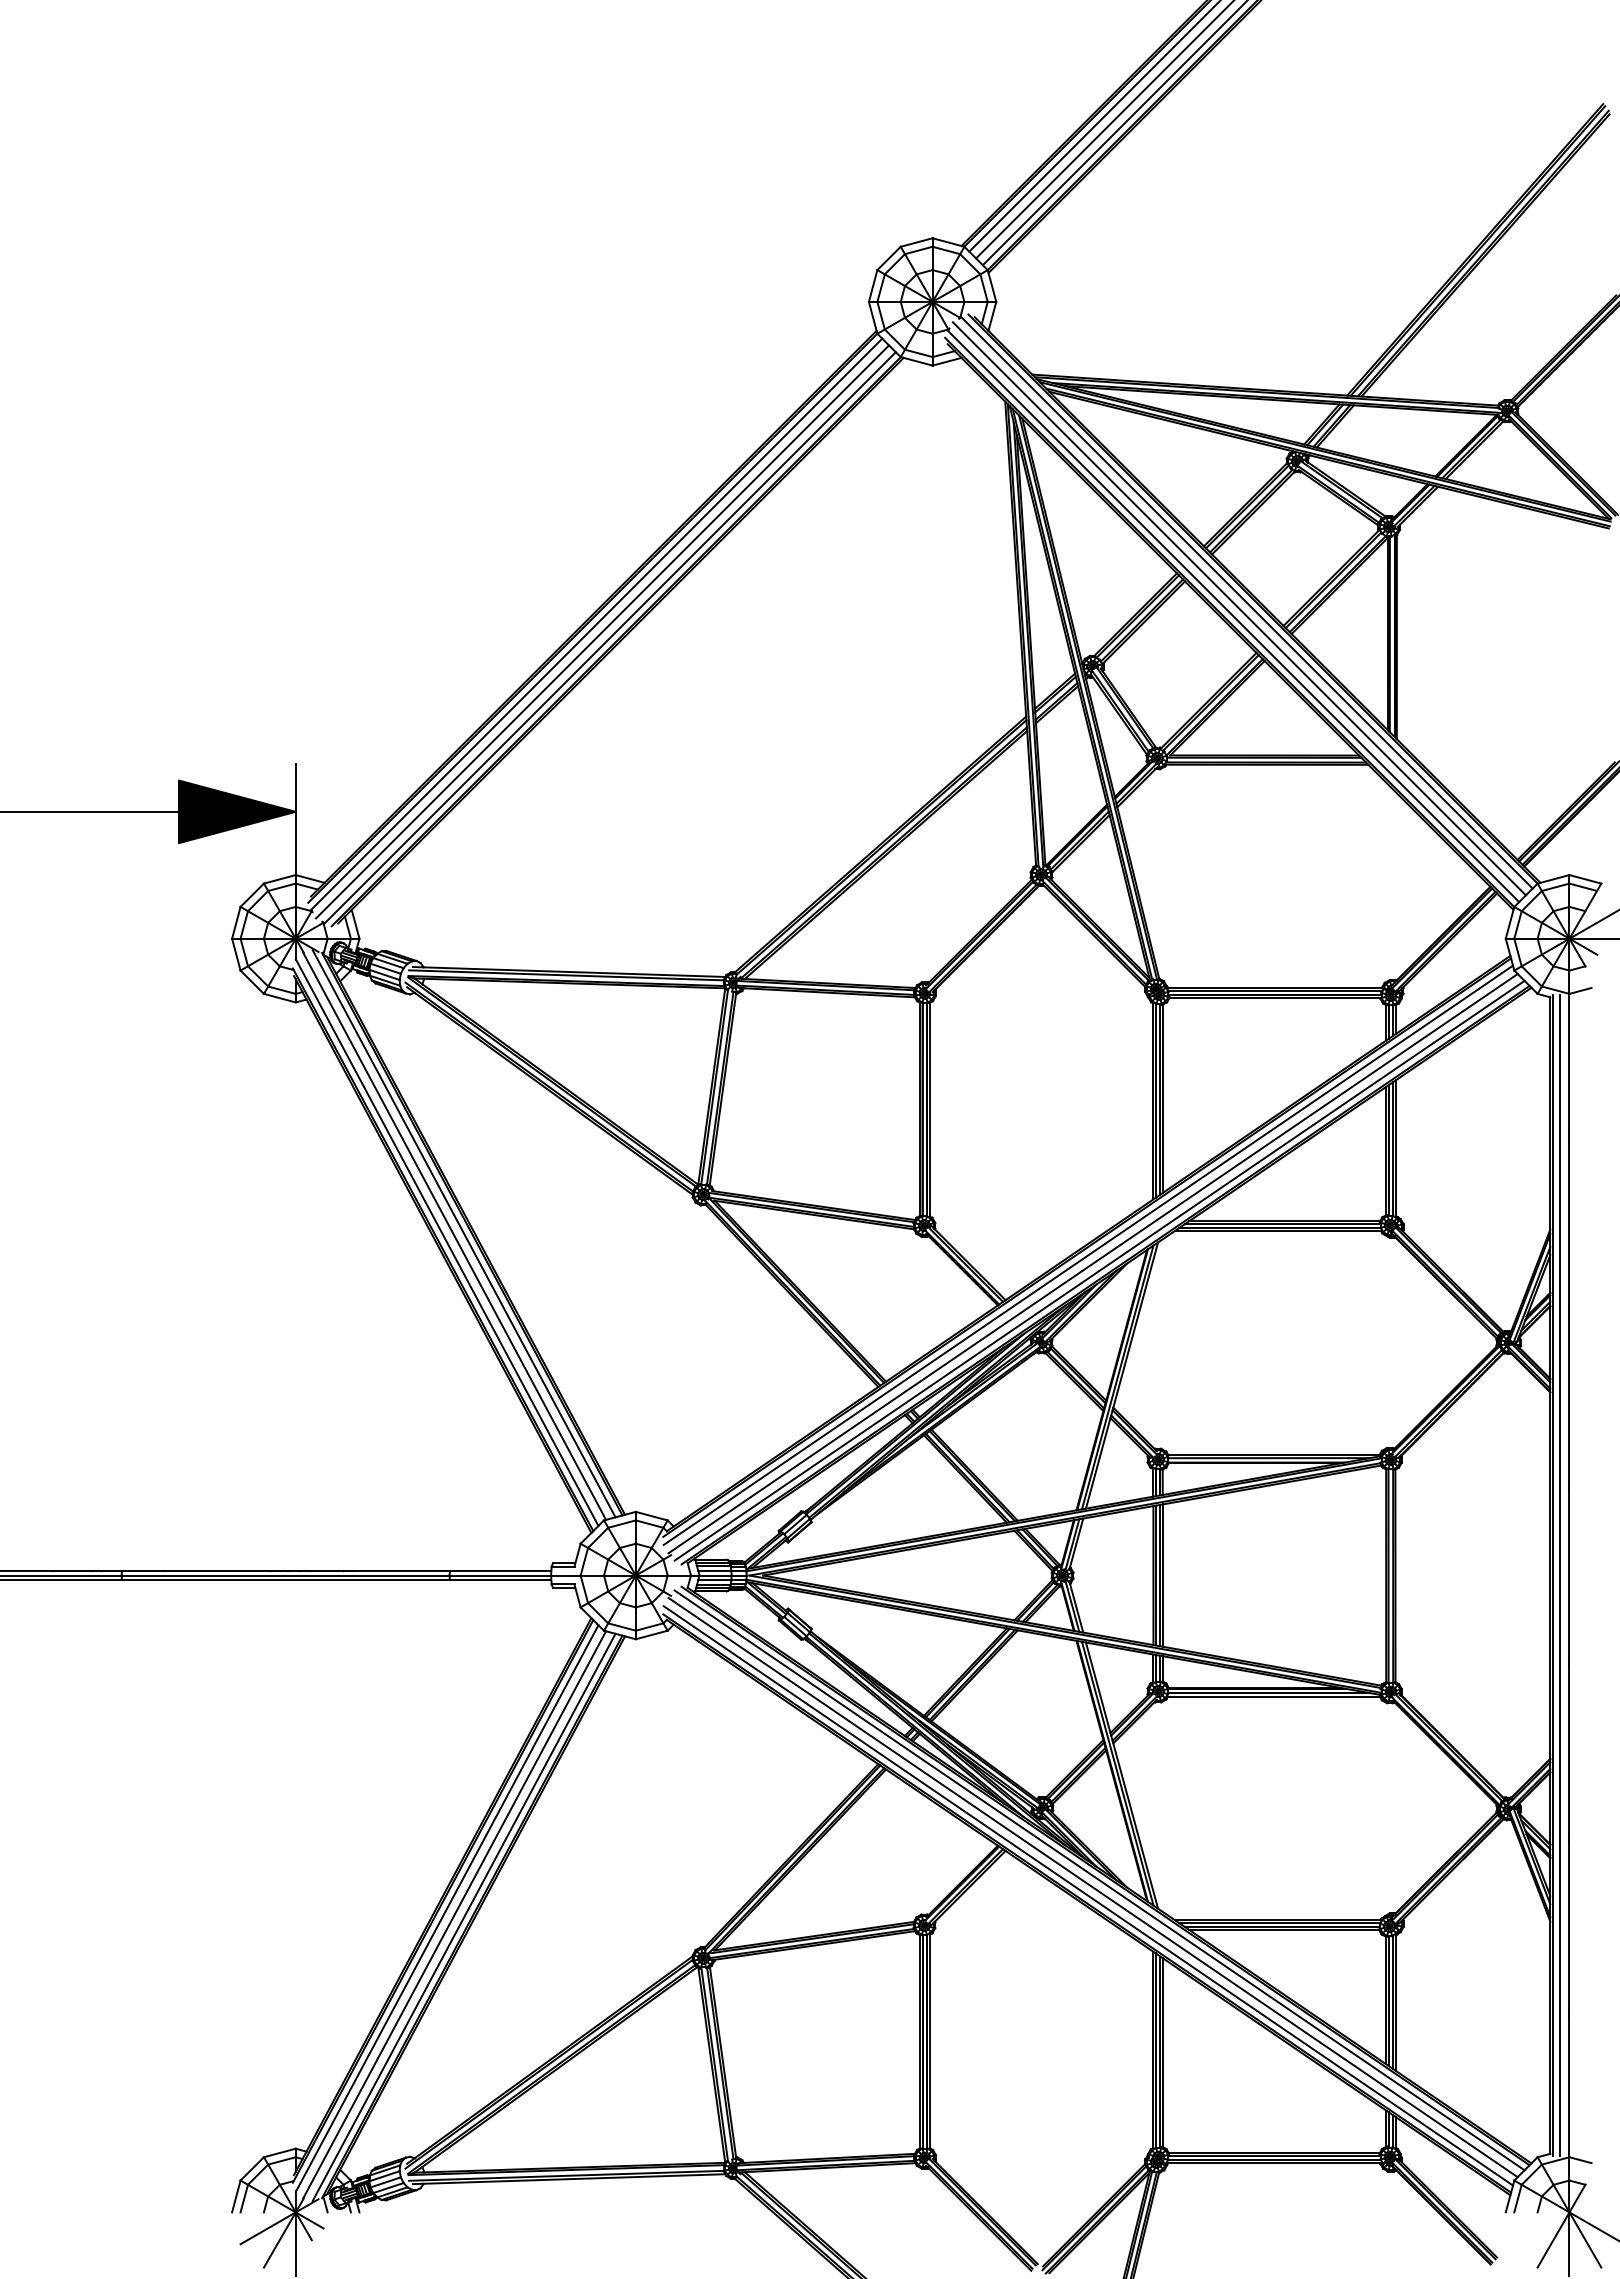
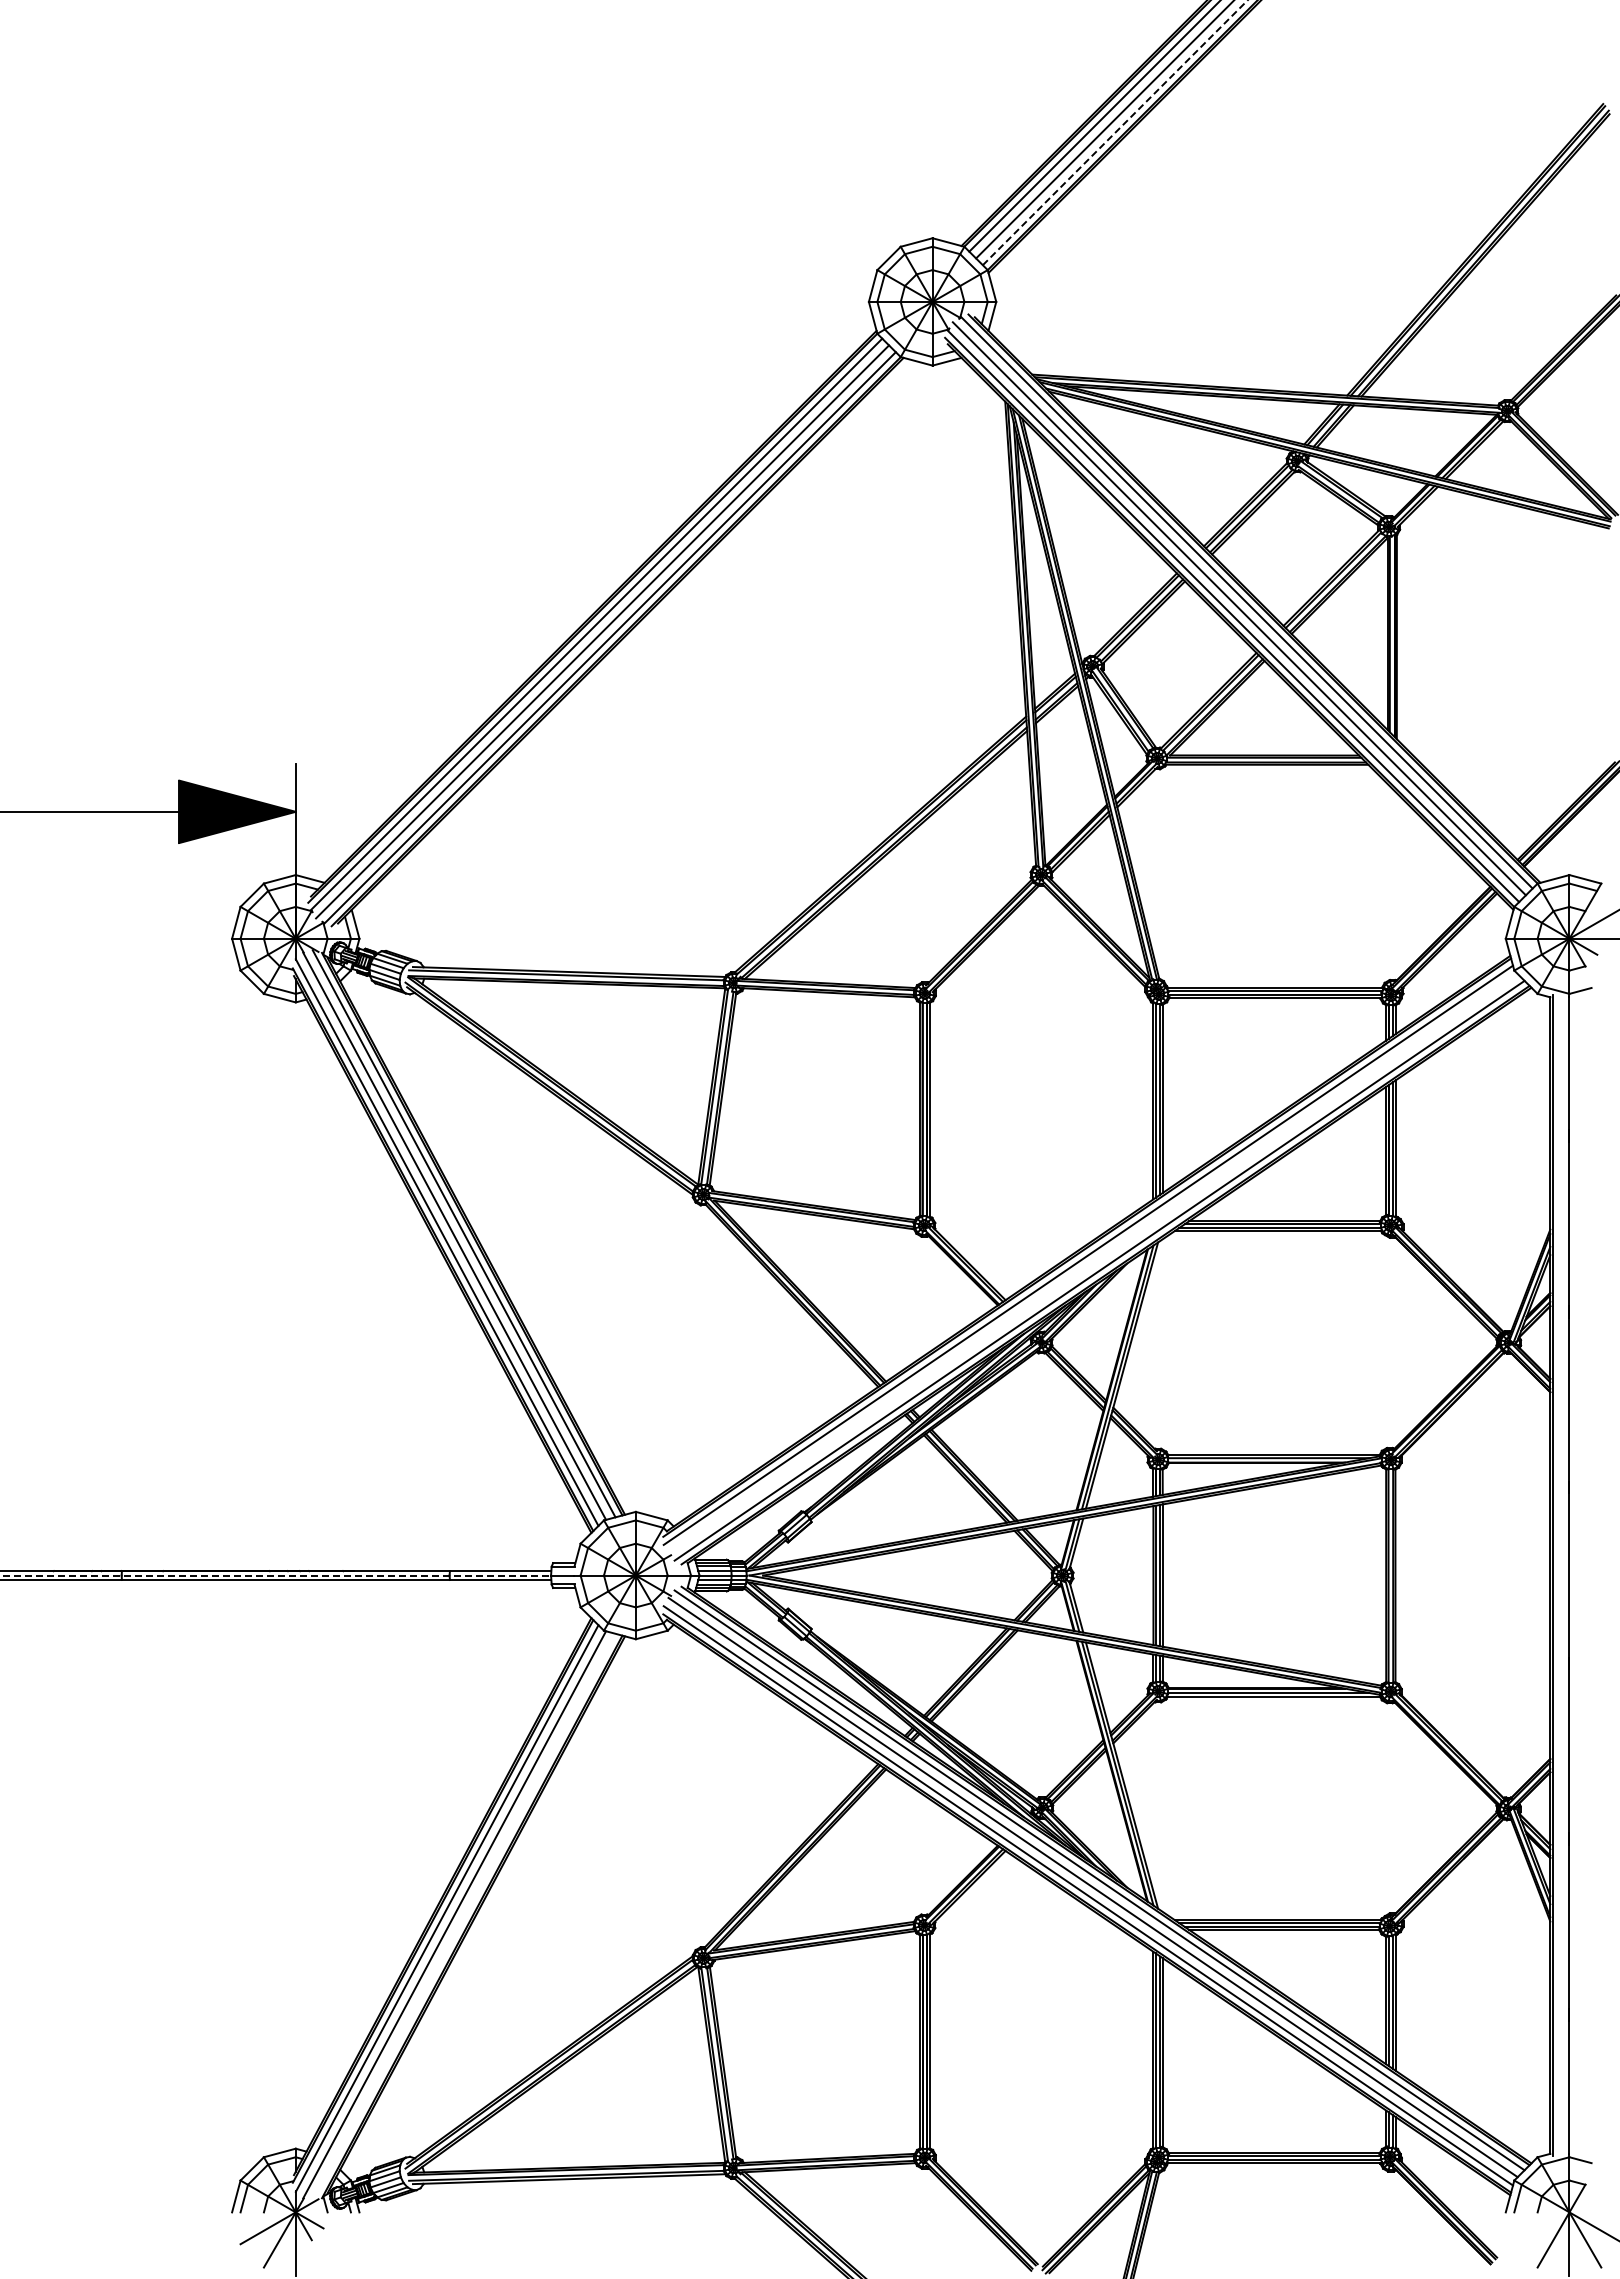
line at (1115, 132): solid -> dashed
line at (1092, 1263): present -> none
line at (276, 1575): solid -> dashed
line at (1559, 1575): present -> none
line at (463, 1916): present -> none
